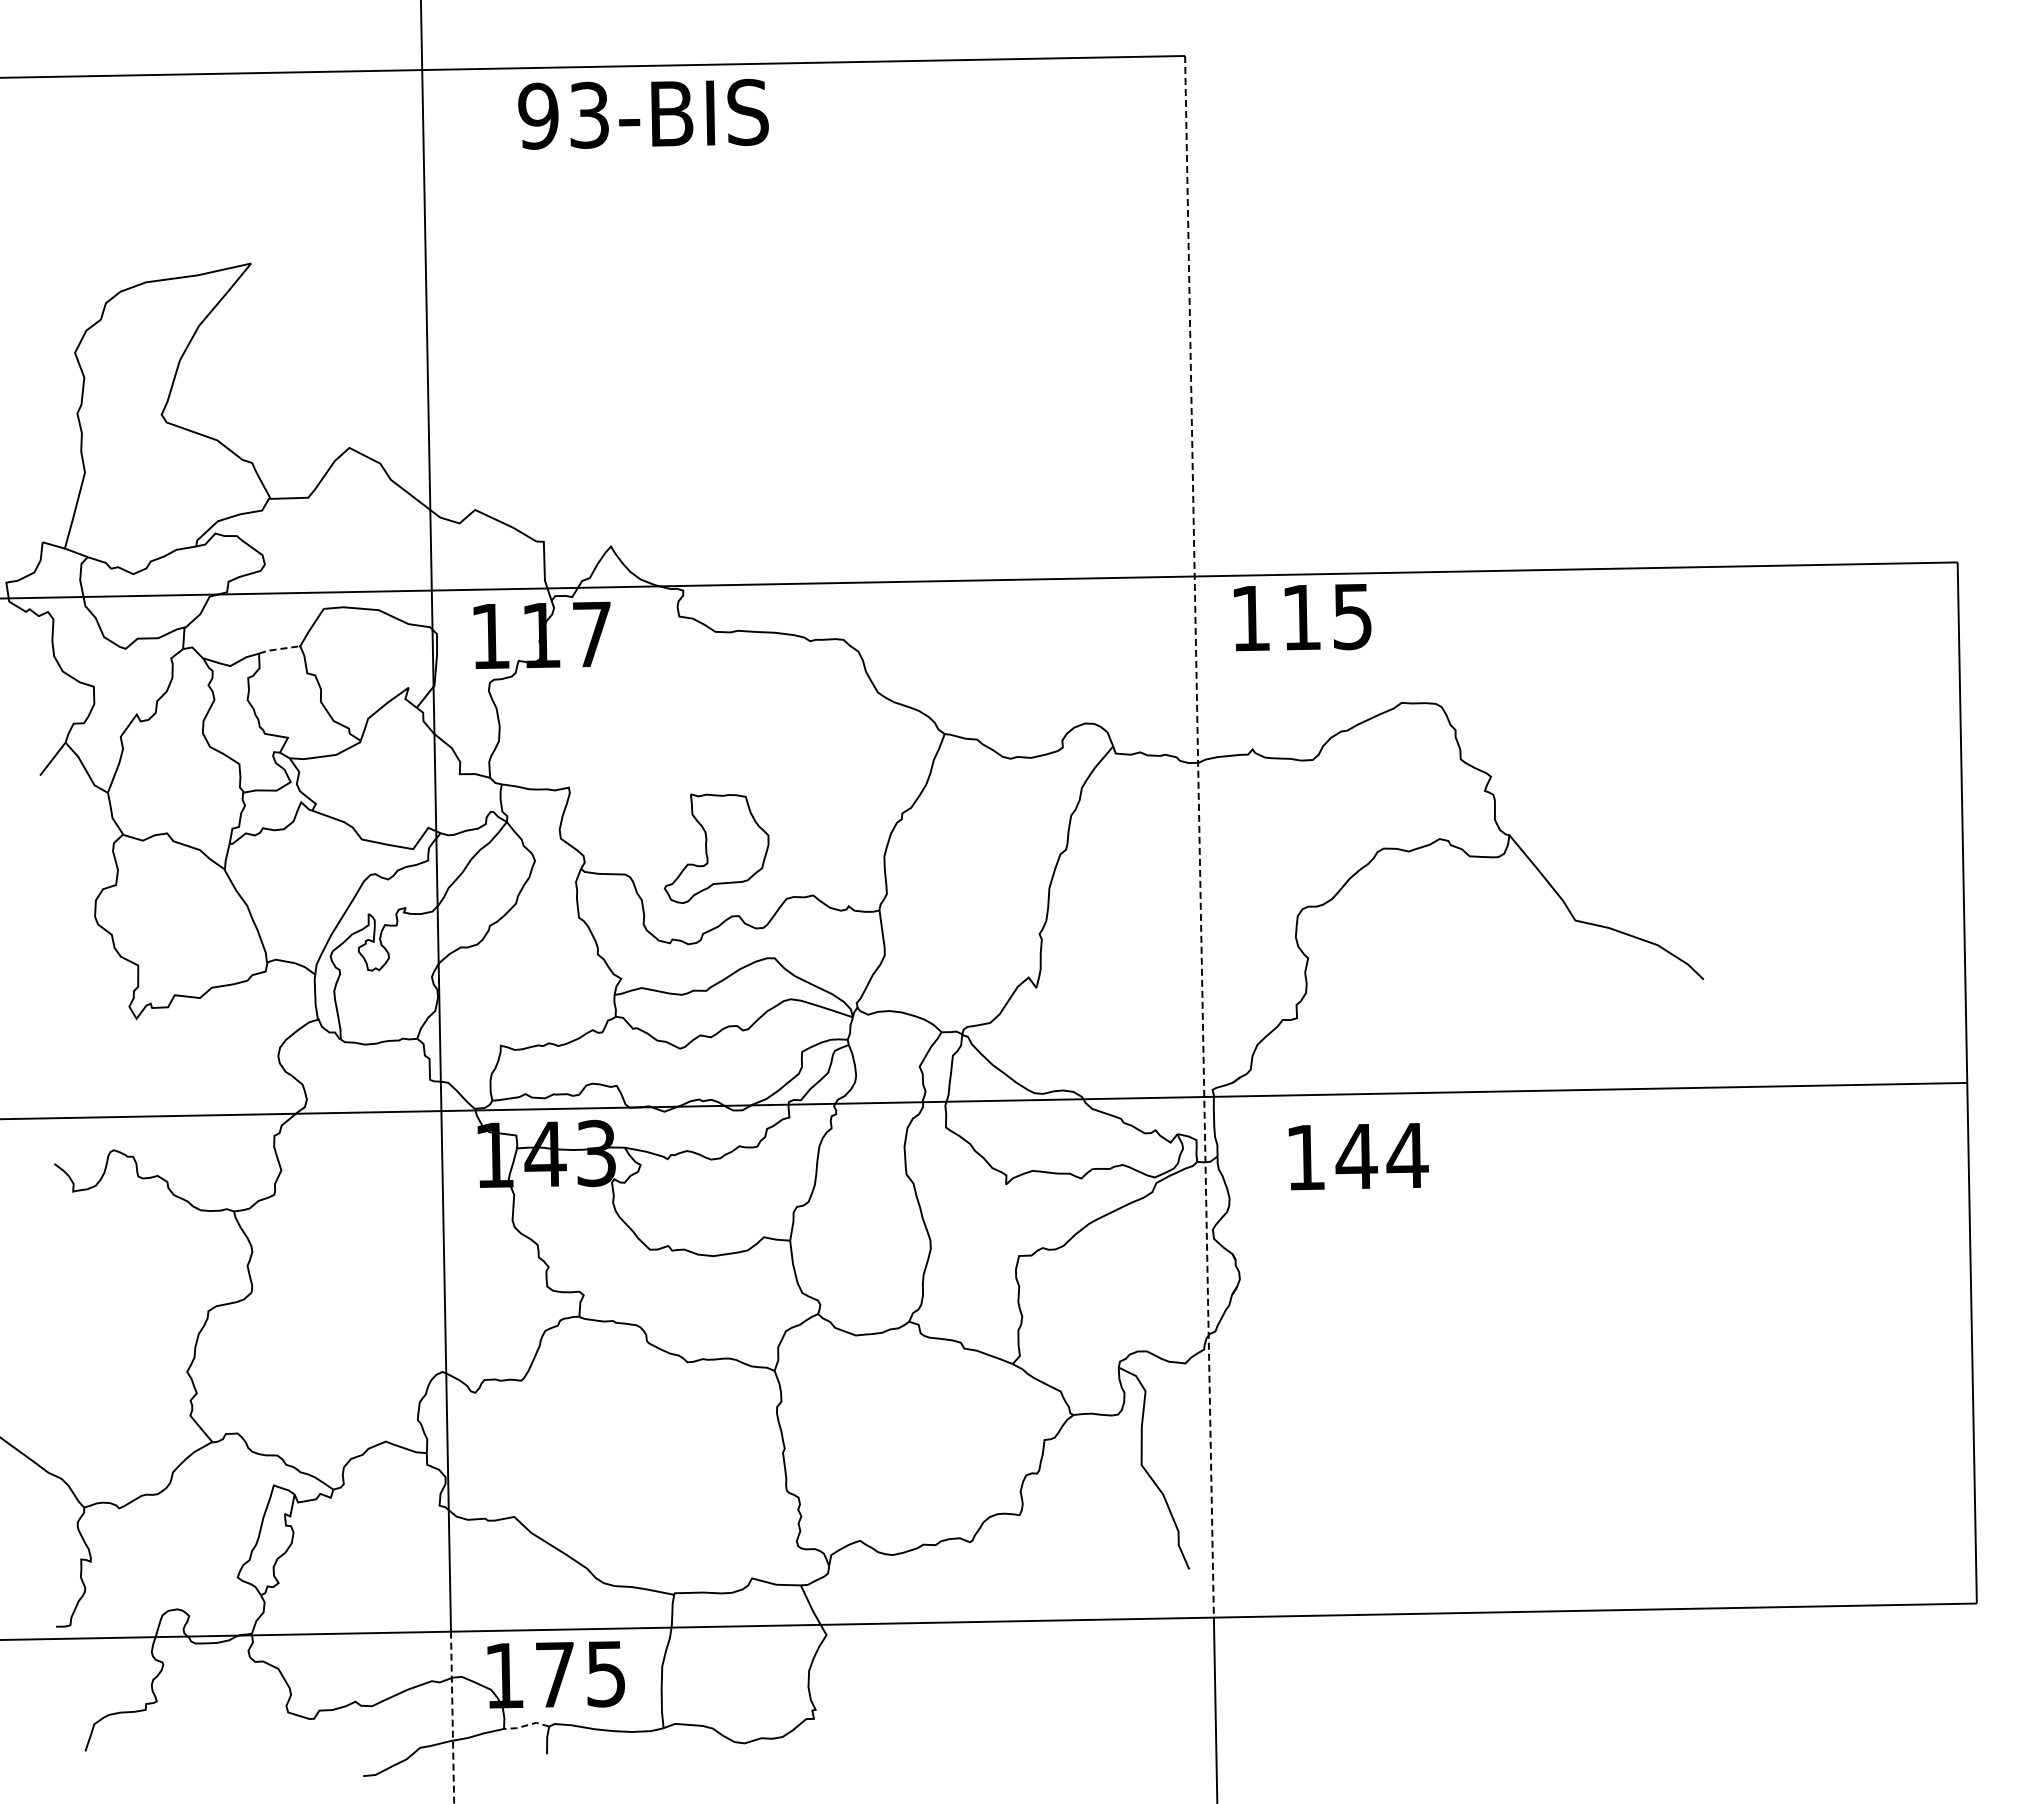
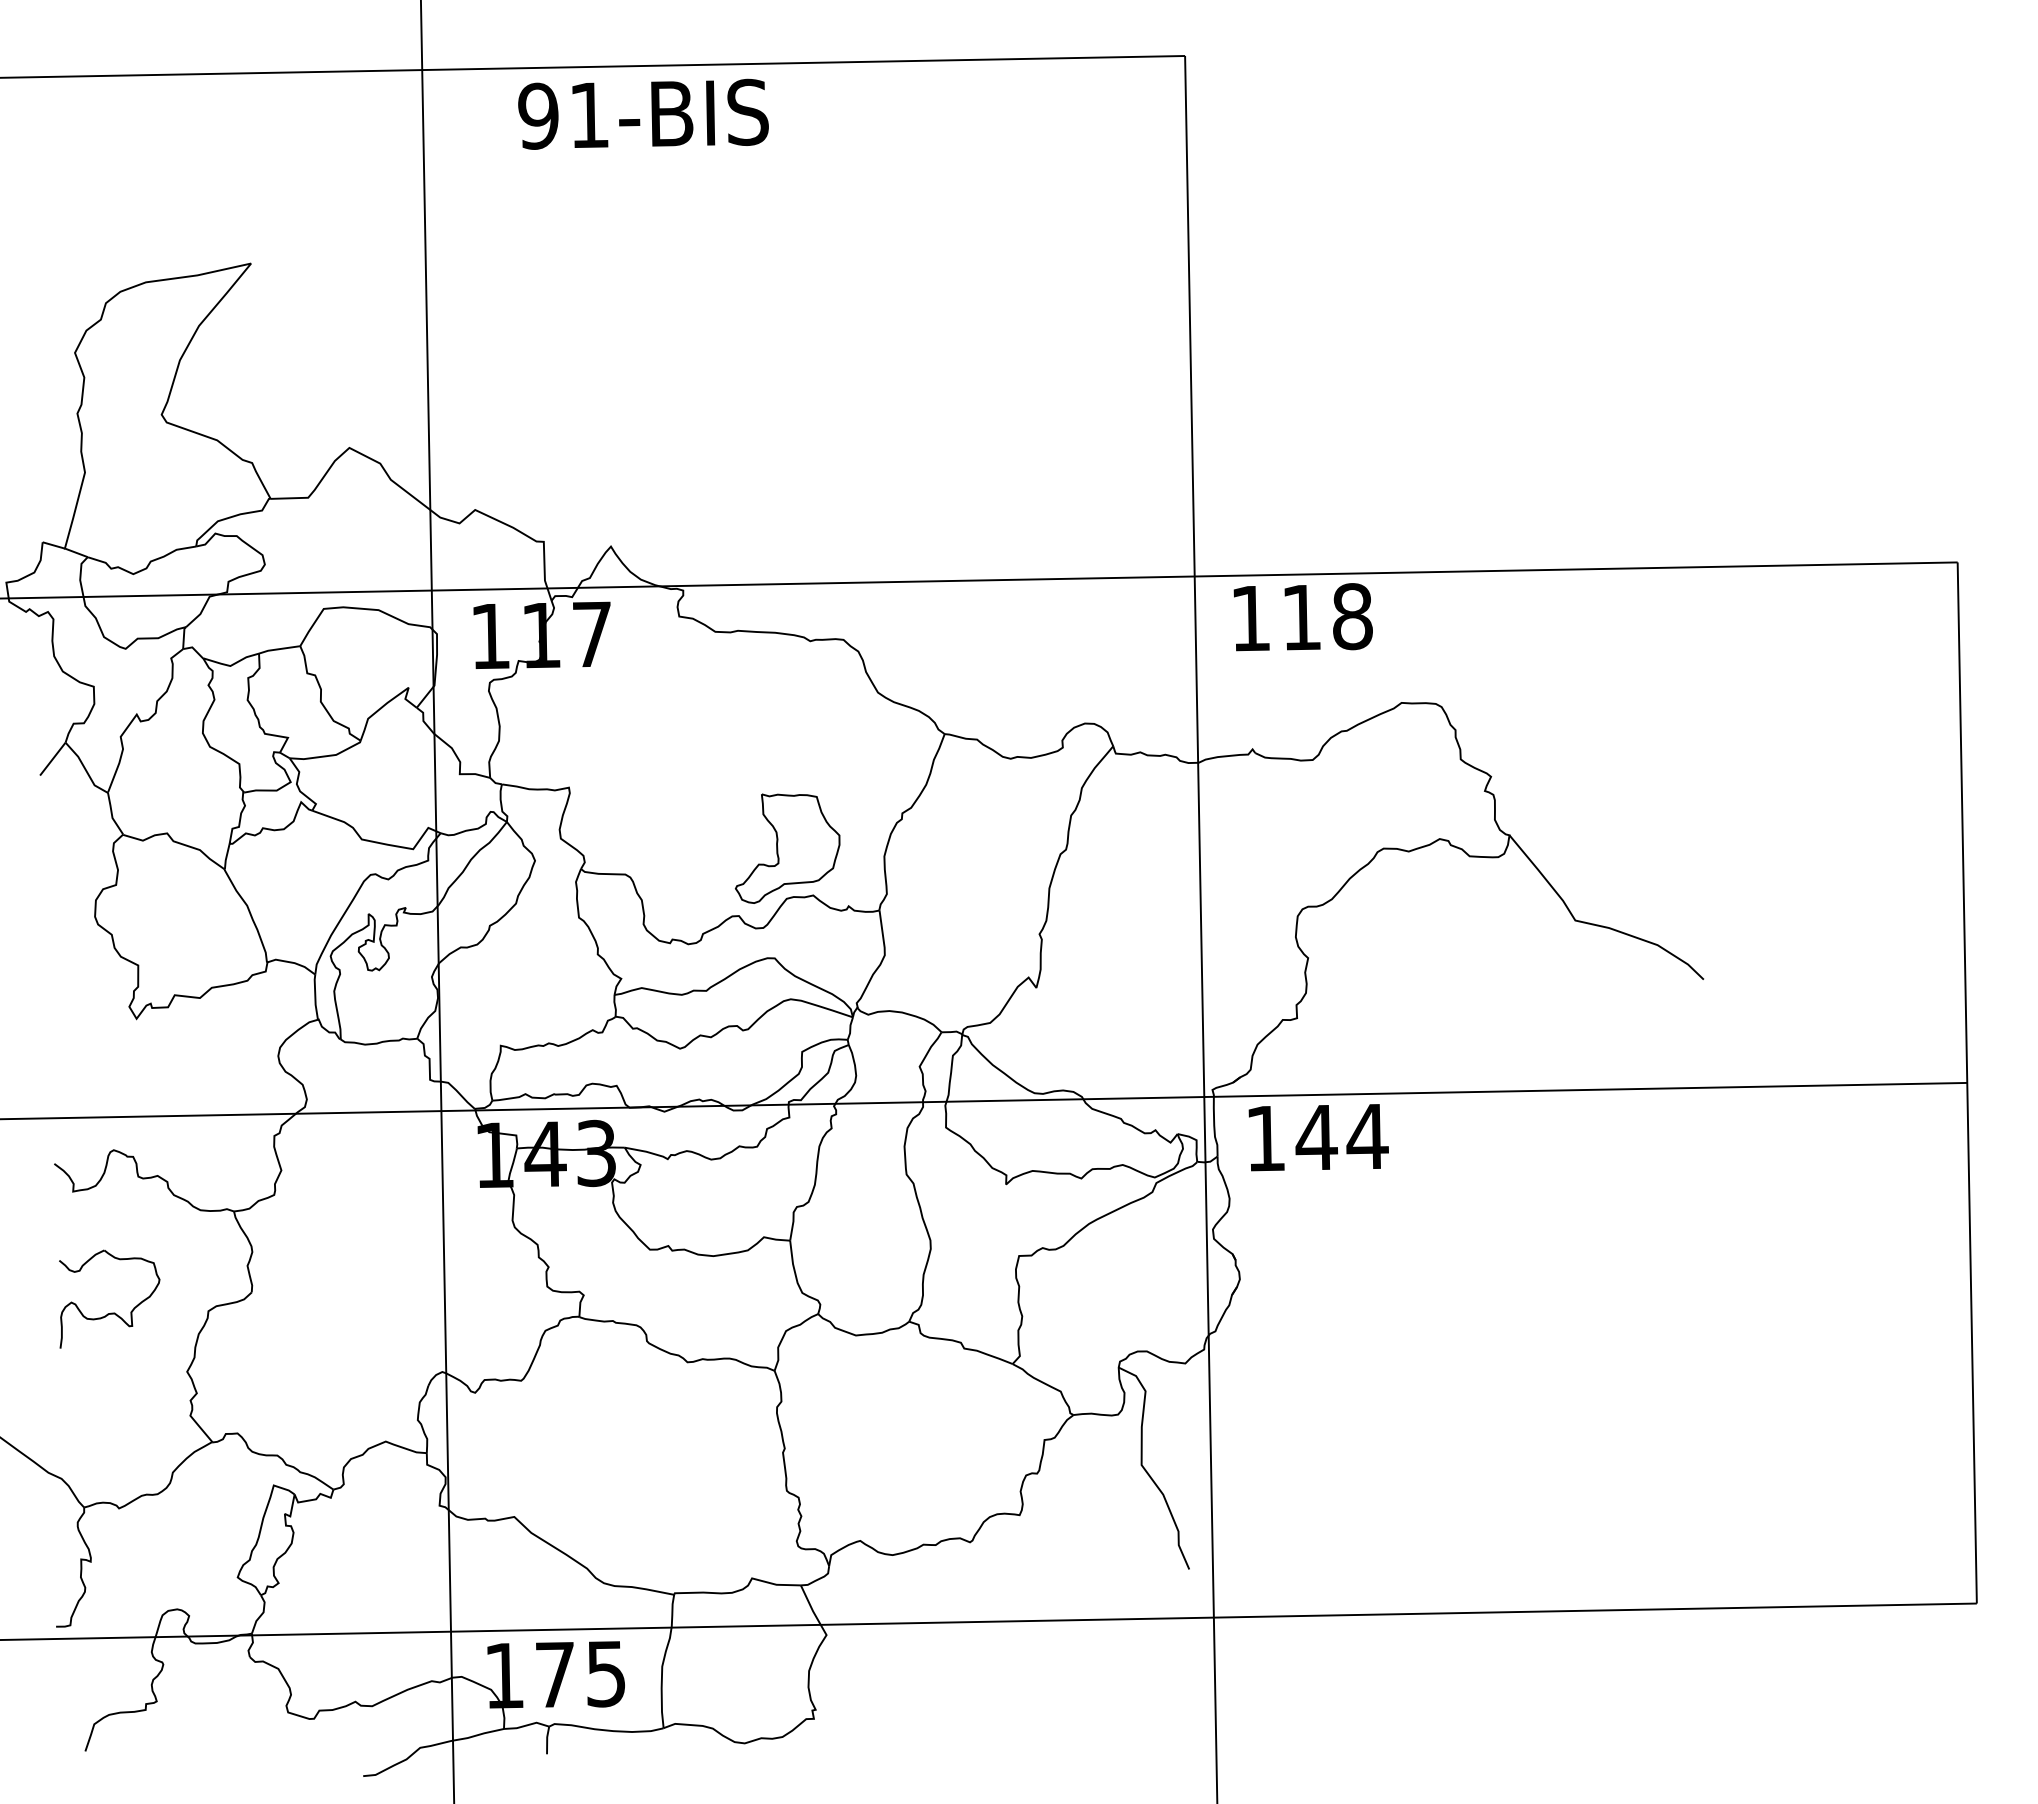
text at (589, 114): 93-BIS -> 91-BIS
text at (1352, 616): 115 -> 118
line at (278, 649): dashed -> solid
line at (1199, 836): dashed -> solid
part at (716, 848) position: (716, 848) -> (787, 848)
text at (1358, 1156) position: (1358, 1156) -> (1318, 1137)
part at (110, 1312): none -> present
line at (452, 1717): dashed -> solid
line at (527, 1725): dashed -> solid
